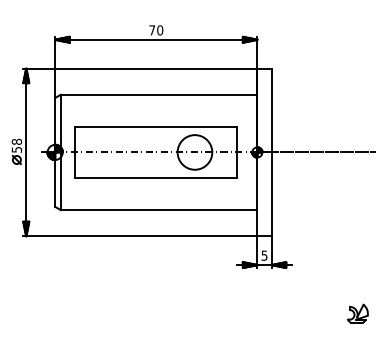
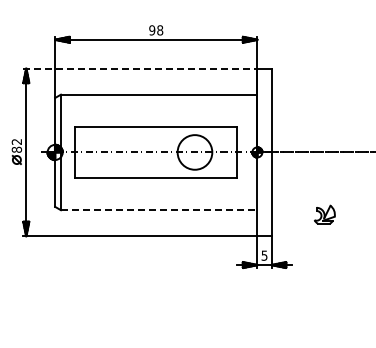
text at (156, 30): 70 -> 98
line at (140, 68): solid -> dashed
text at (16, 145): 58 -> 82
line at (159, 210): solid -> dashed
part at (357, 313) position: (357, 313) -> (324, 214)
